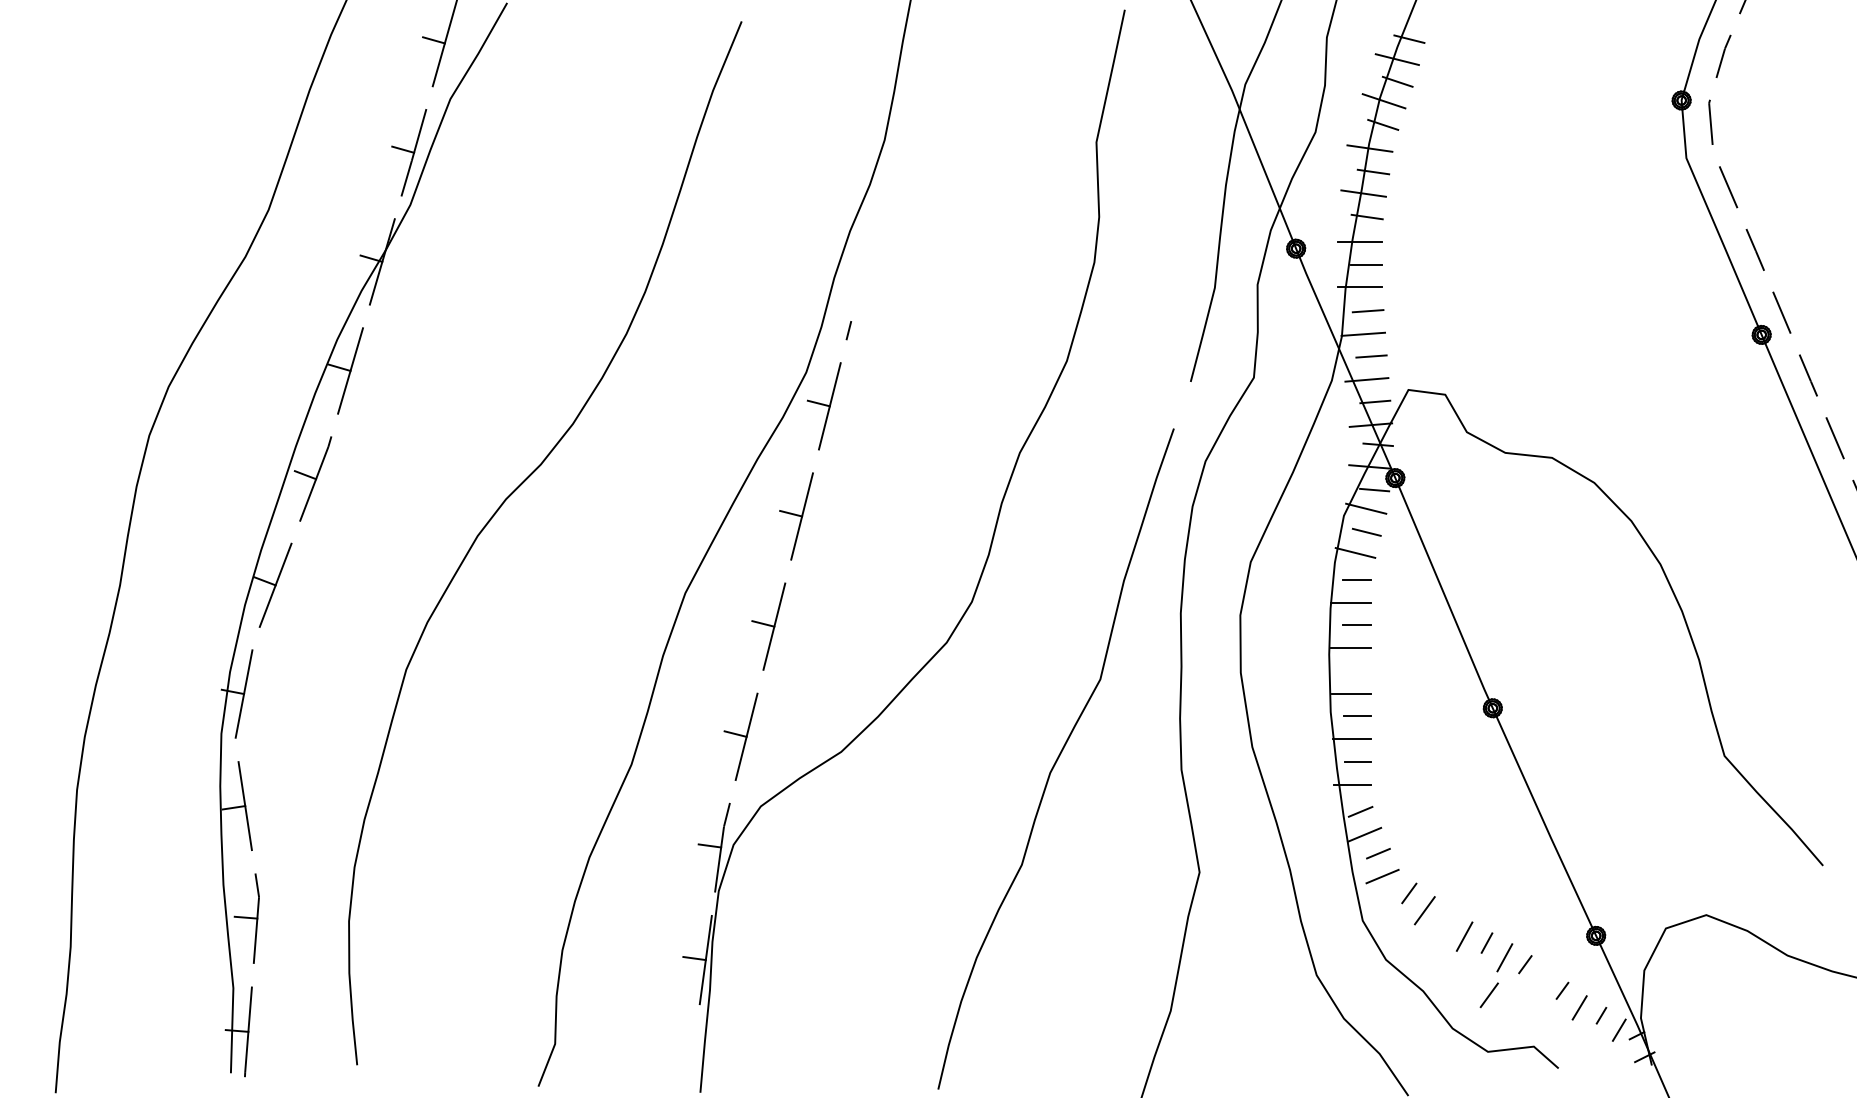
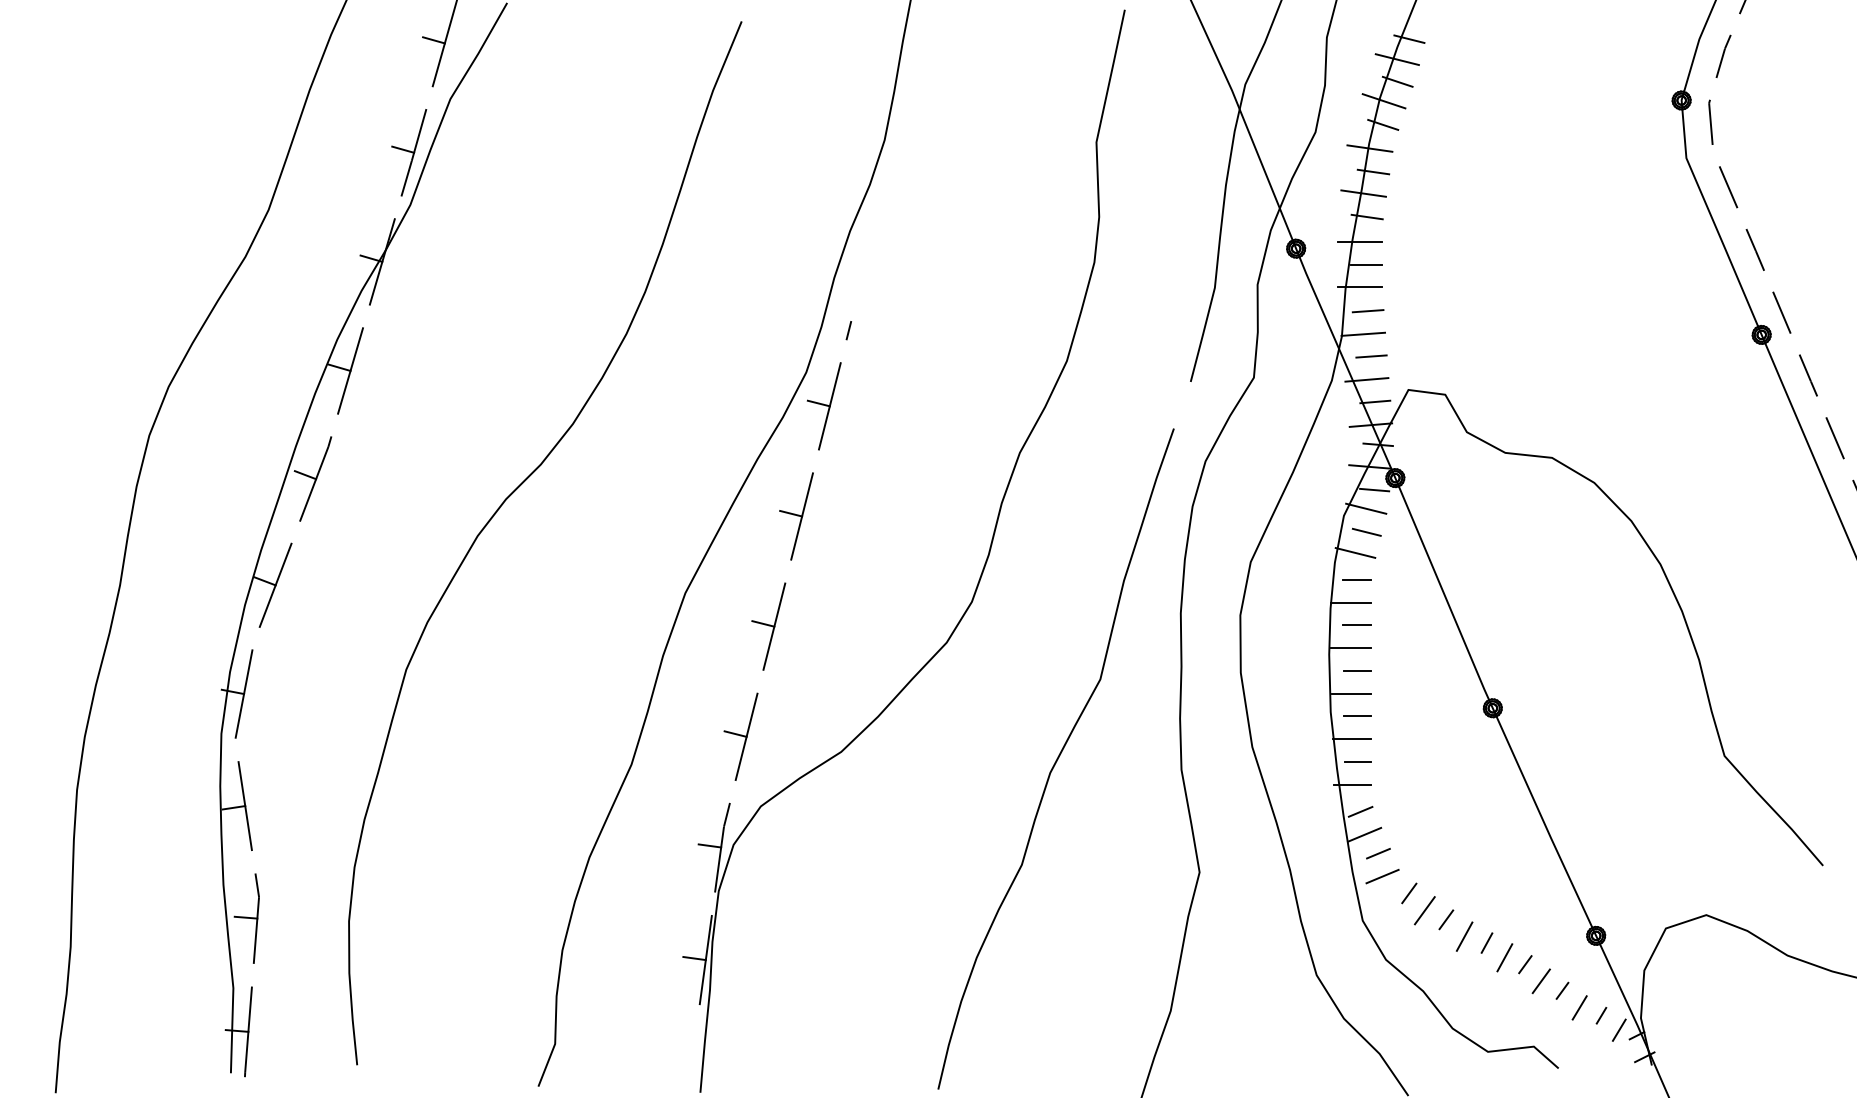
line at (1357, 670): none -> present
line at (1446, 919): none -> present
line at (1488, 994) position: (1488, 994) -> (1540, 980)
